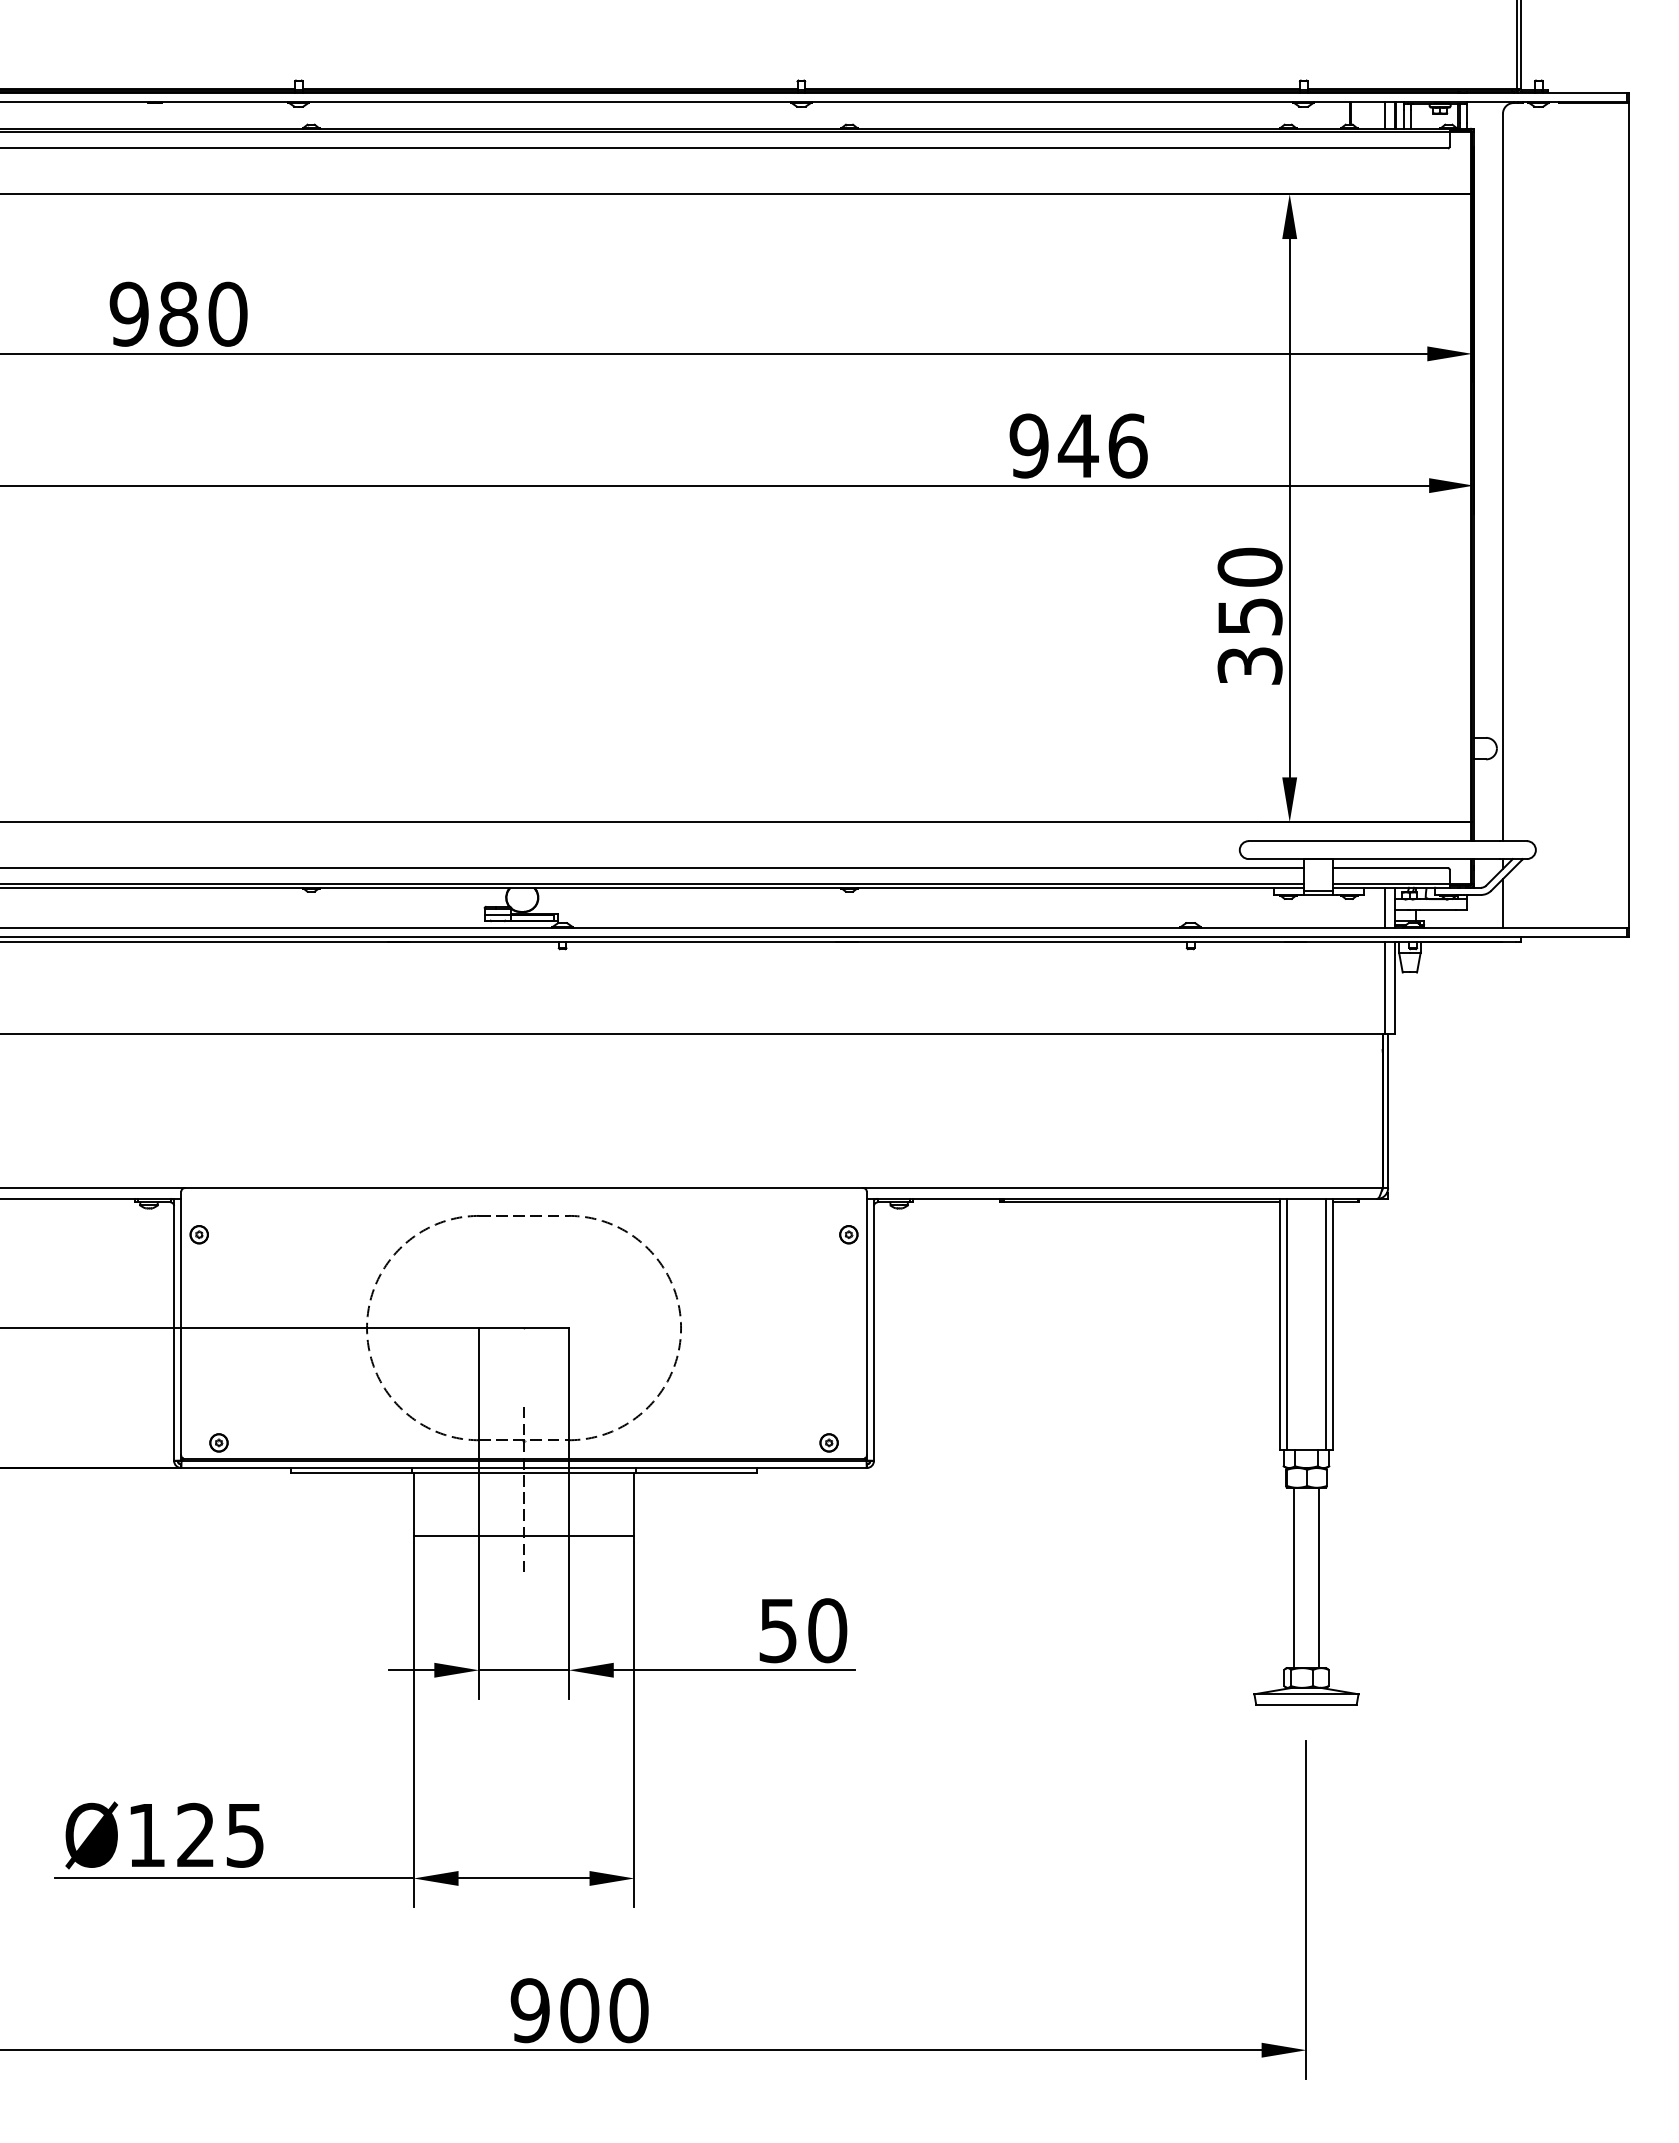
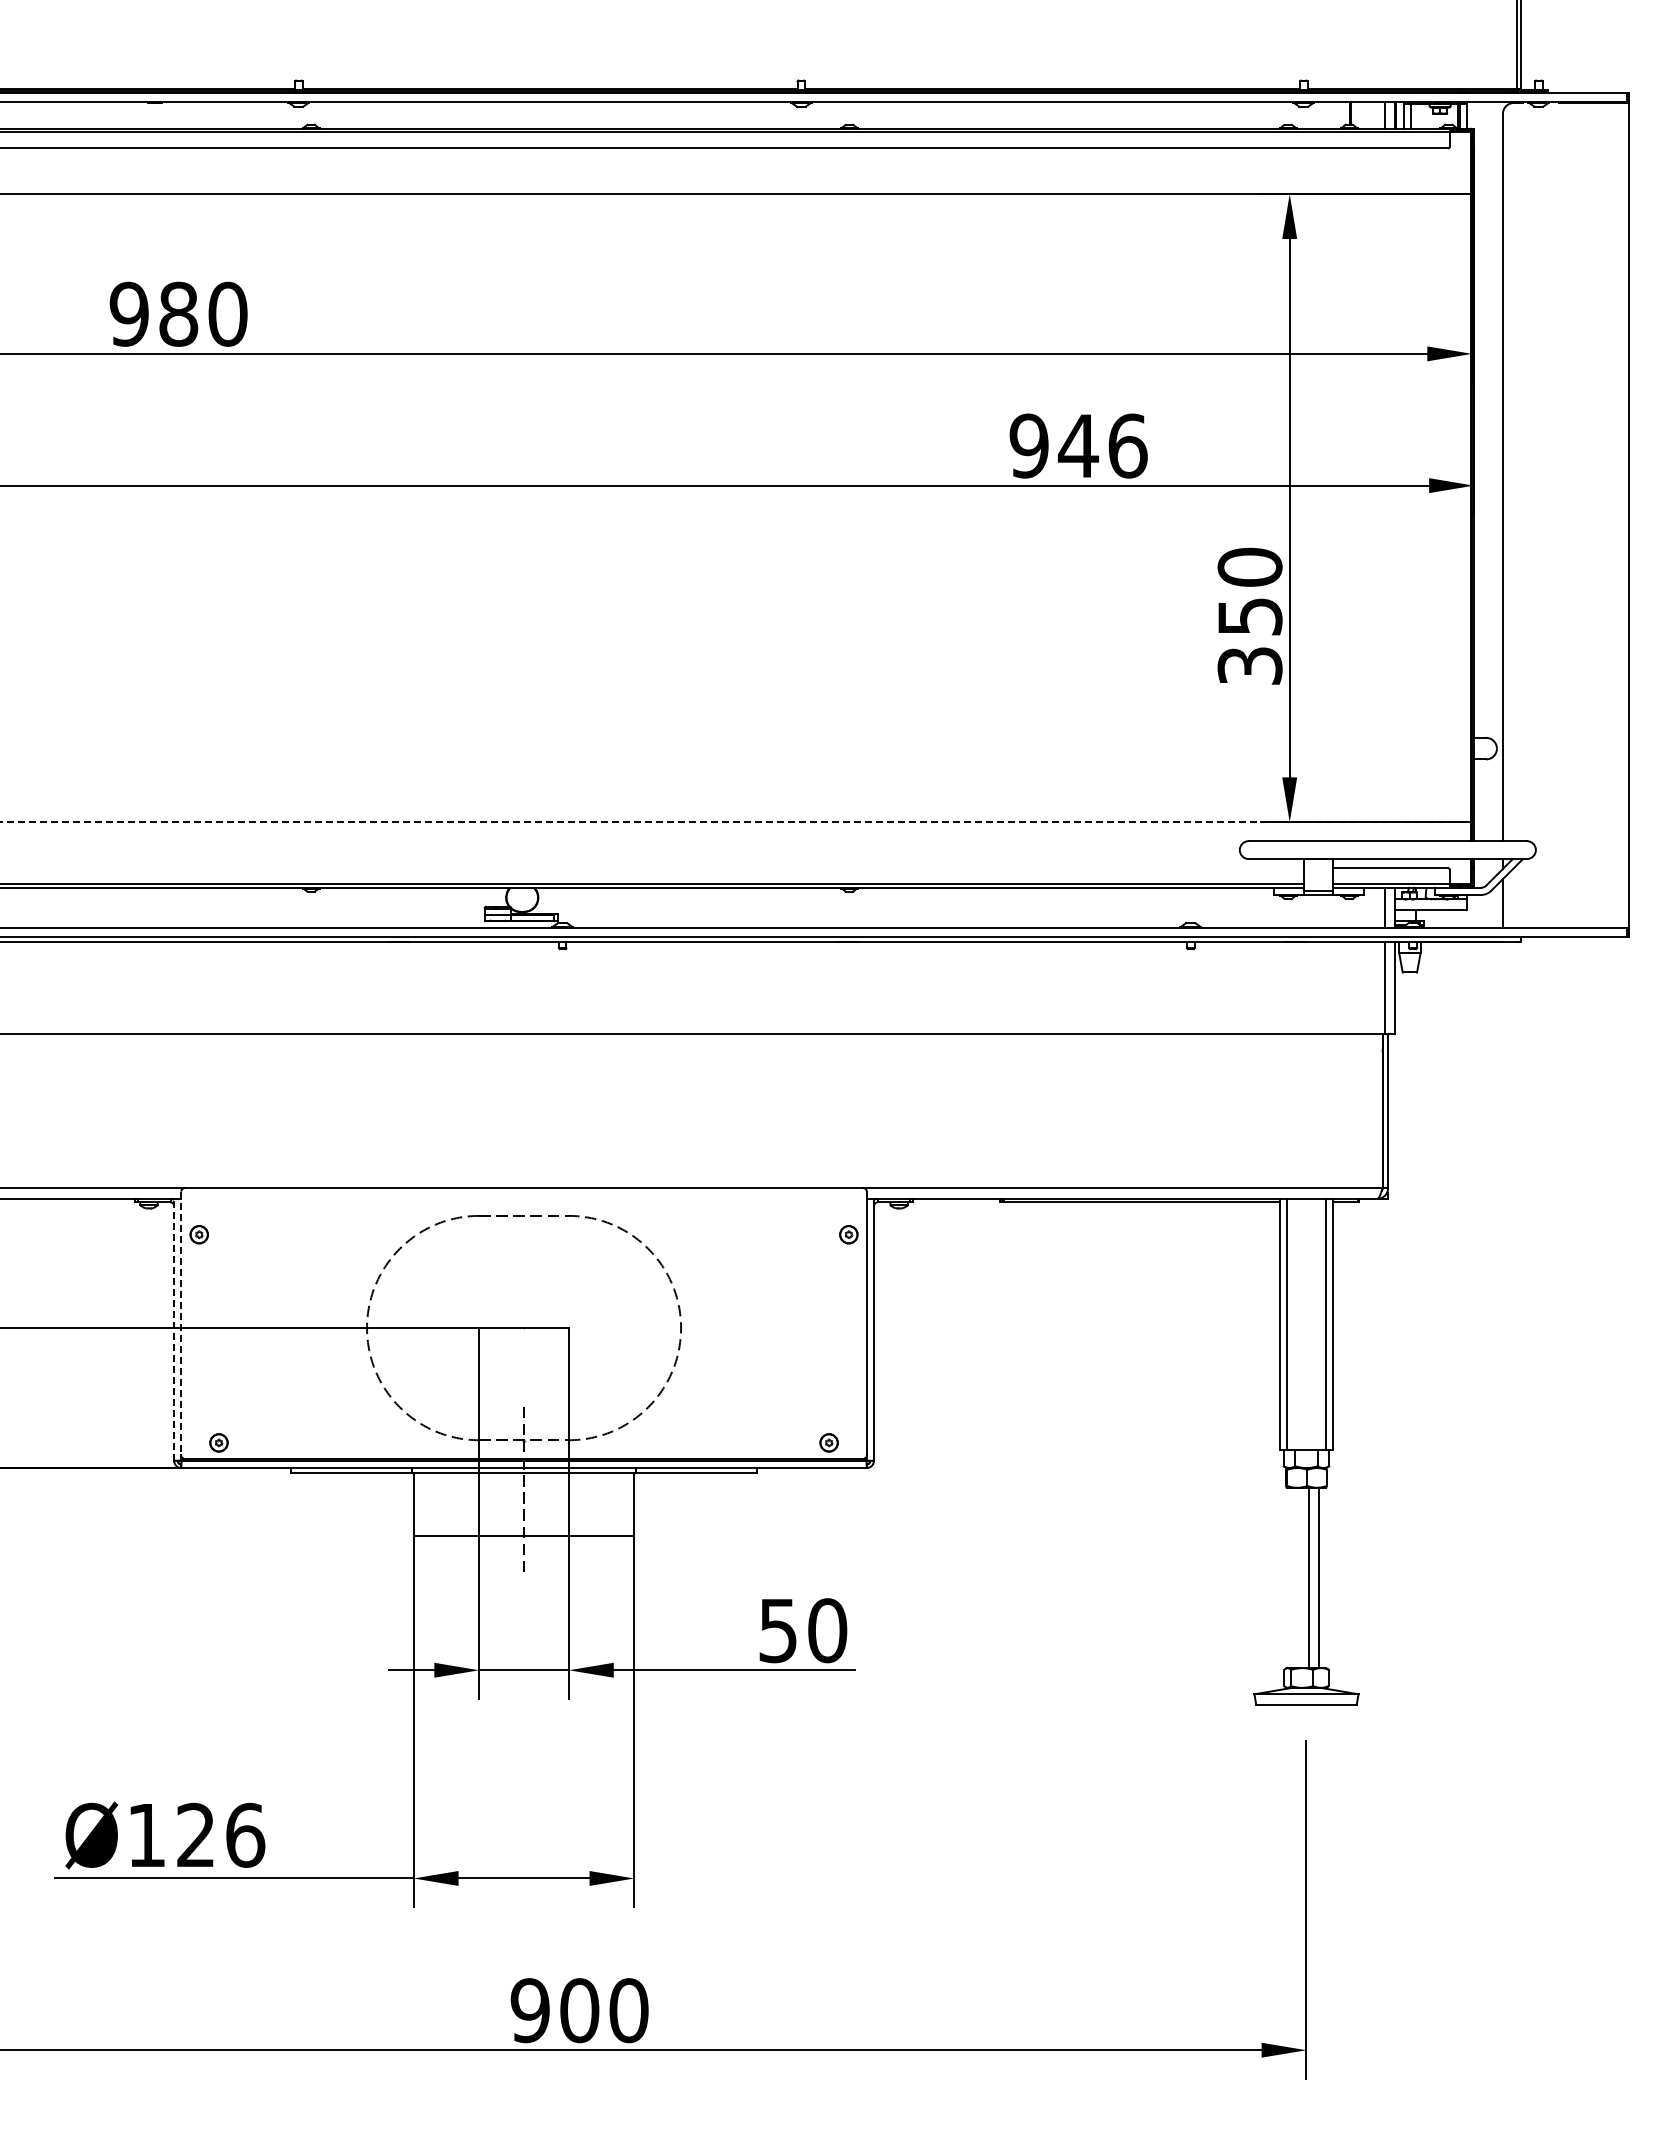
line at (736, 822): solid -> dashed
line at (653, 868): present -> none
line at (181, 1323): solid -> dashed
line at (174, 1329): solid -> dashed
line at (1293, 1577) position: (1293, 1577) -> (1308, 1577)
text at (245, 1834): Ø125 -> Ø126
